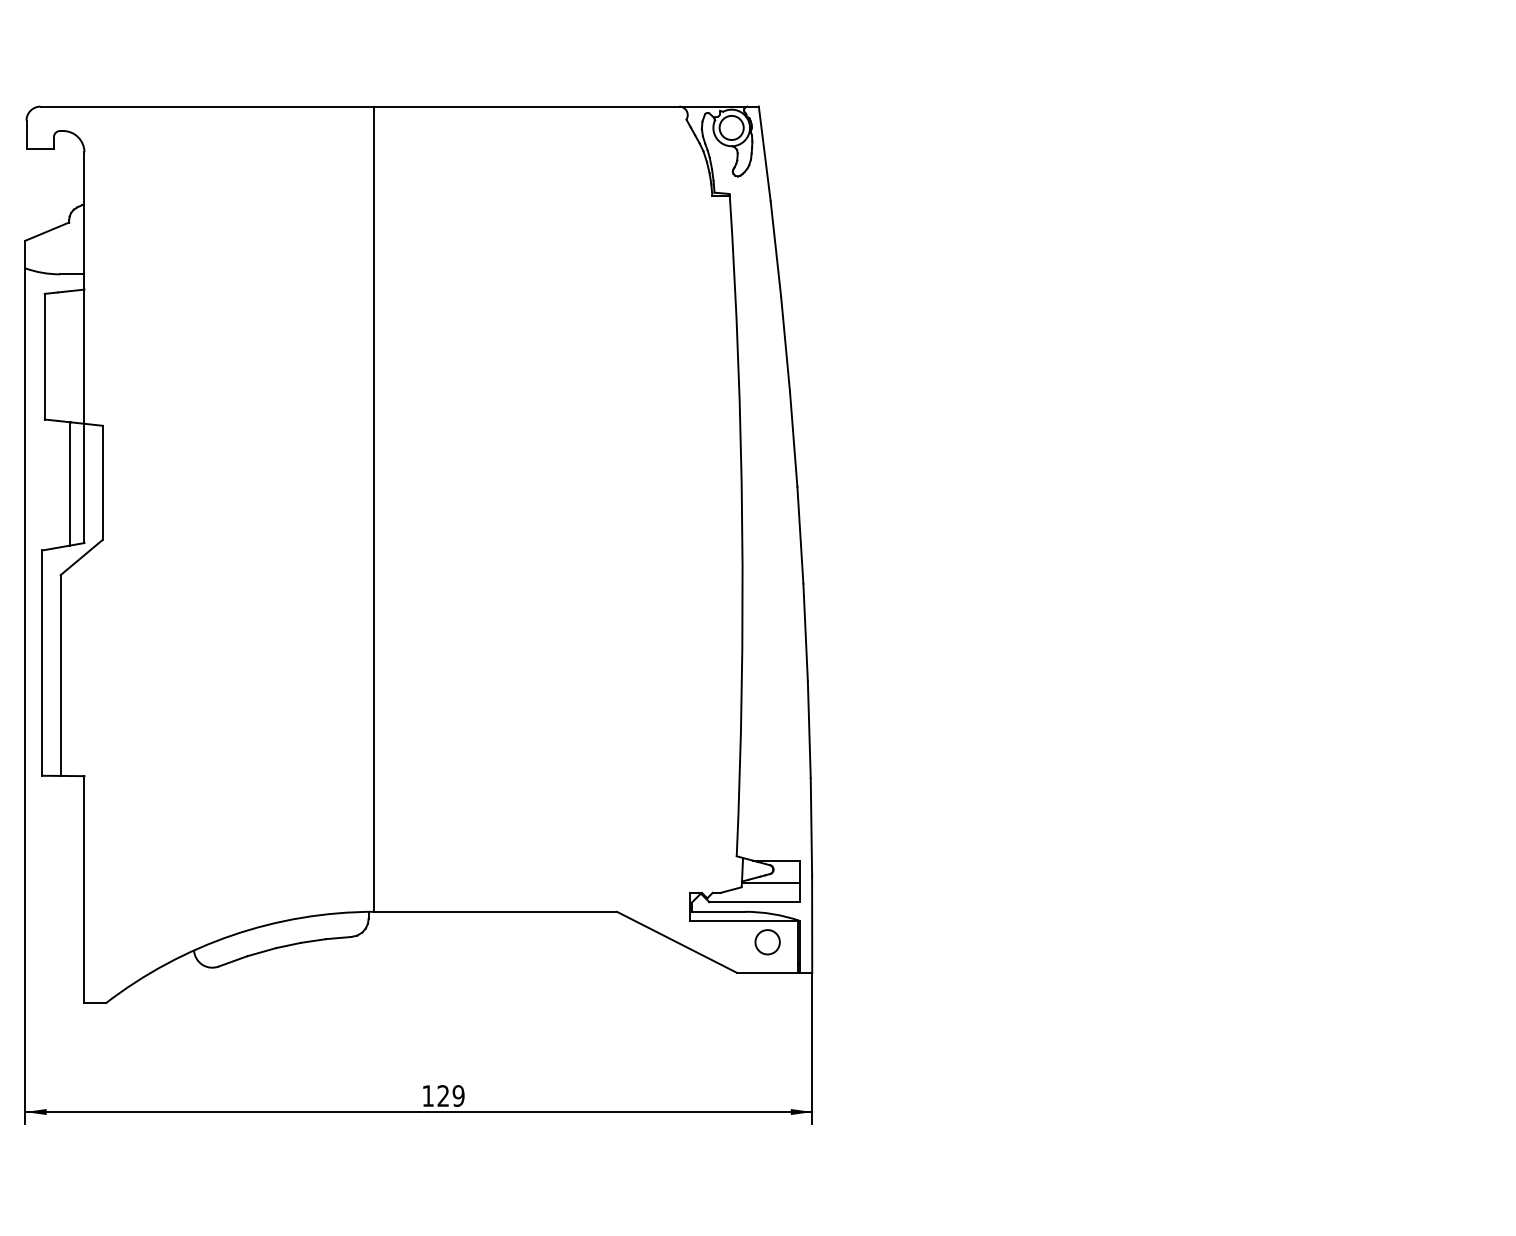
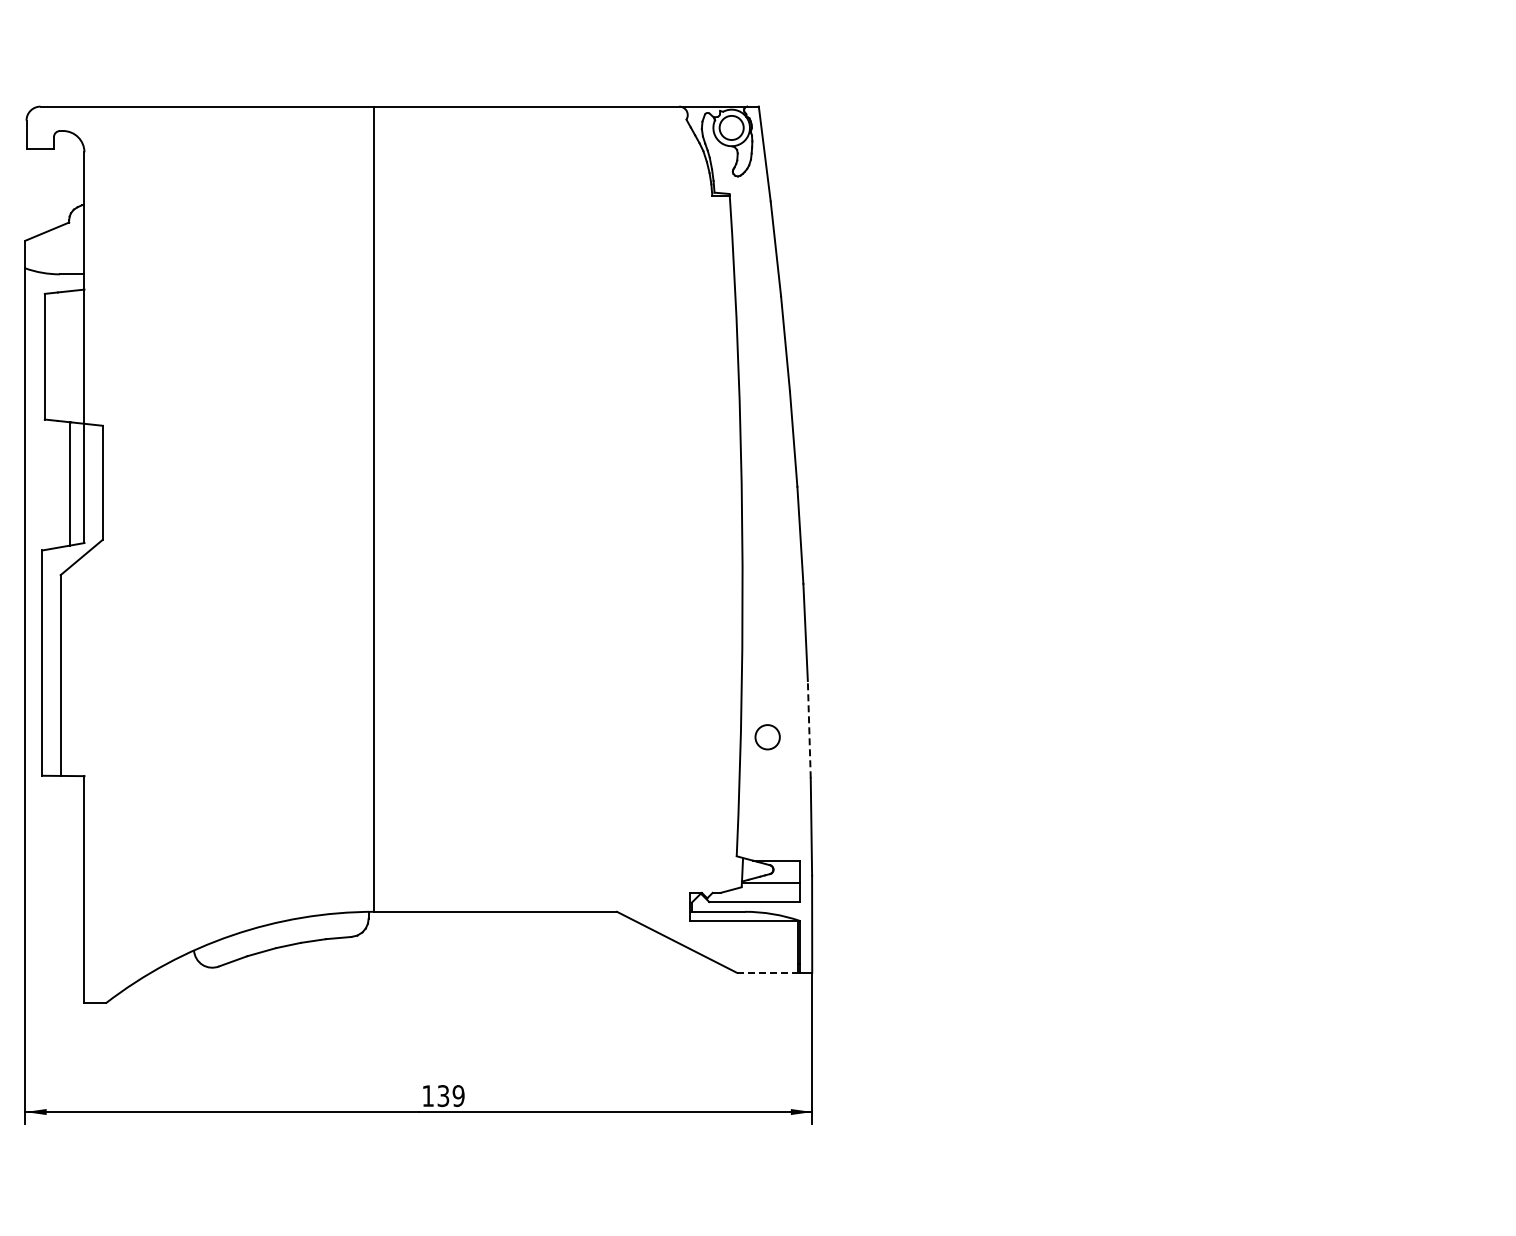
line at (809, 729): solid -> dashed
circle at (767, 942) position: (767, 942) -> (767, 737)
line at (767, 972): solid -> dashed
text at (443, 1096): 129 -> 139
